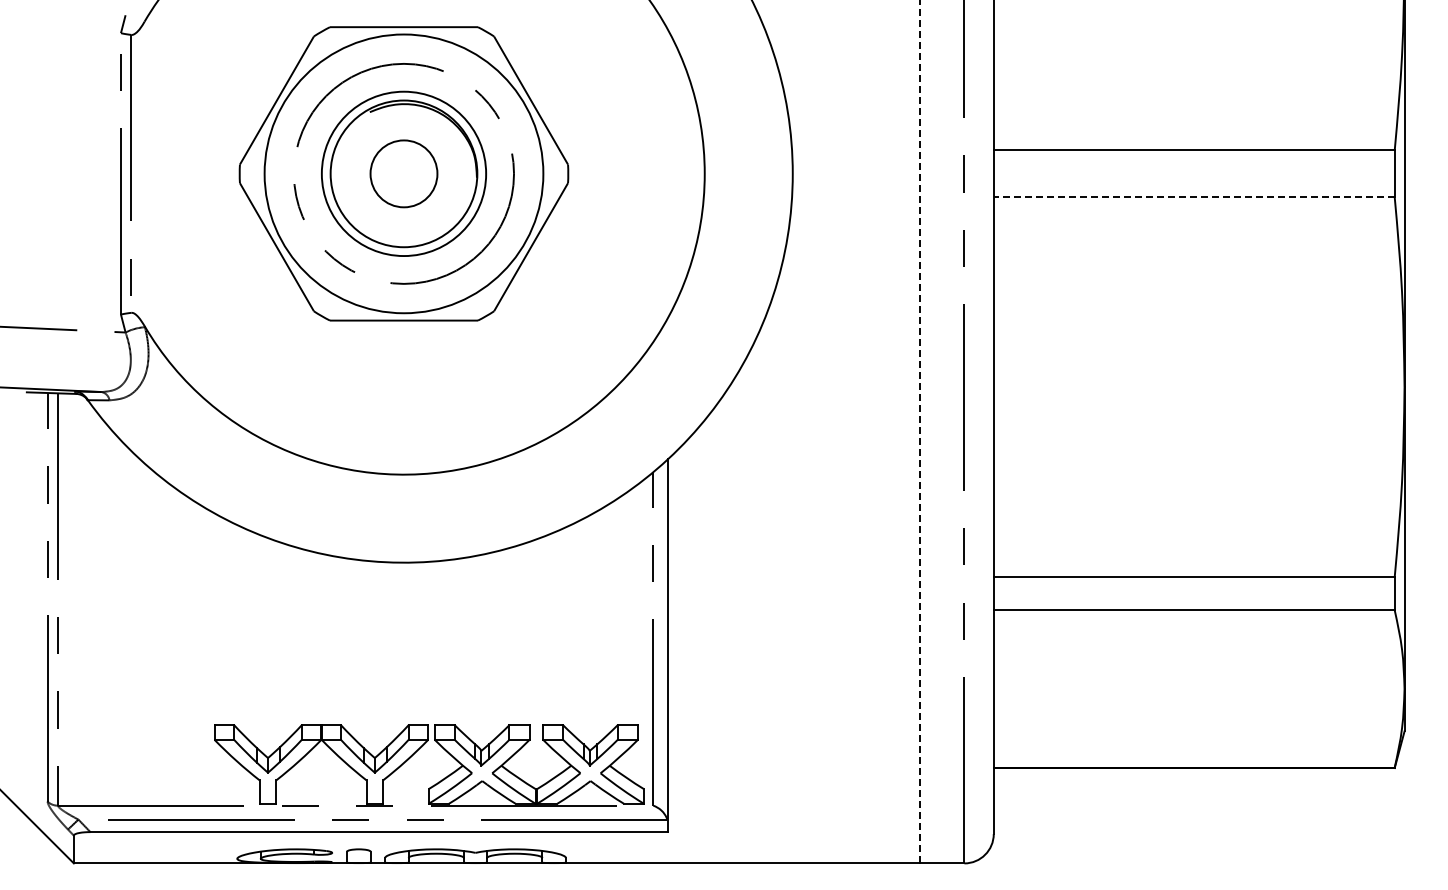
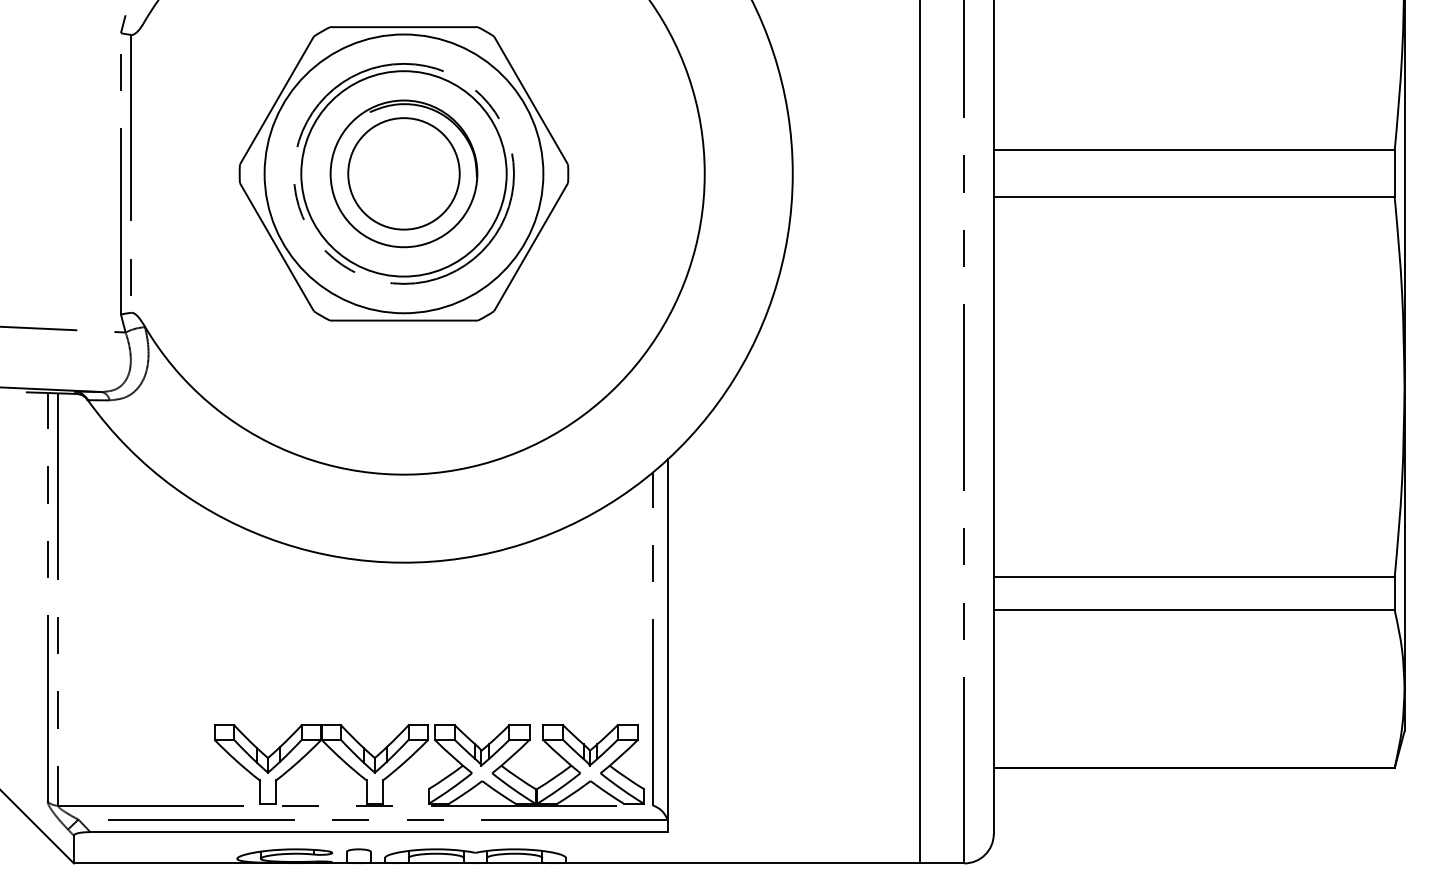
circle at (403, 173) diameter: 164 px -> 205 px
circle at (403, 173) diameter: 67 px -> 111 px
line at (1193, 197): dashed -> solid
line at (920, 431): dashed -> solid
